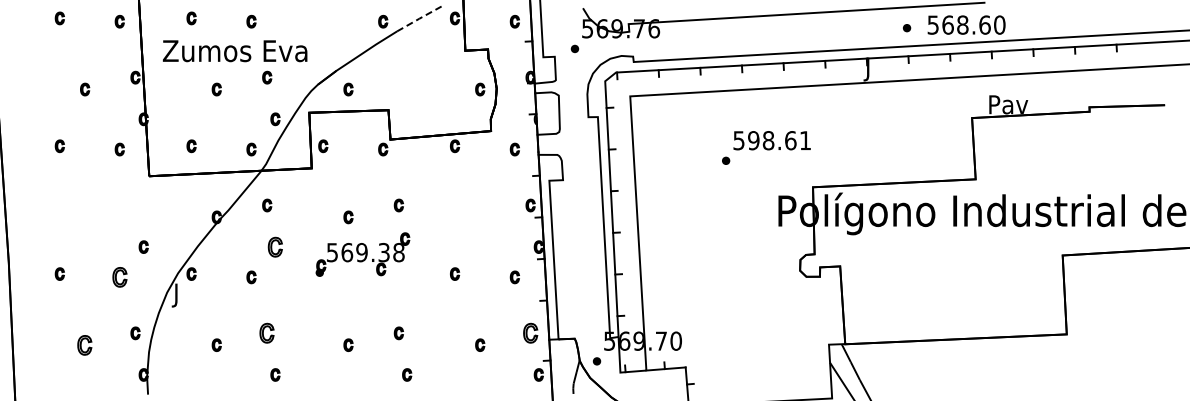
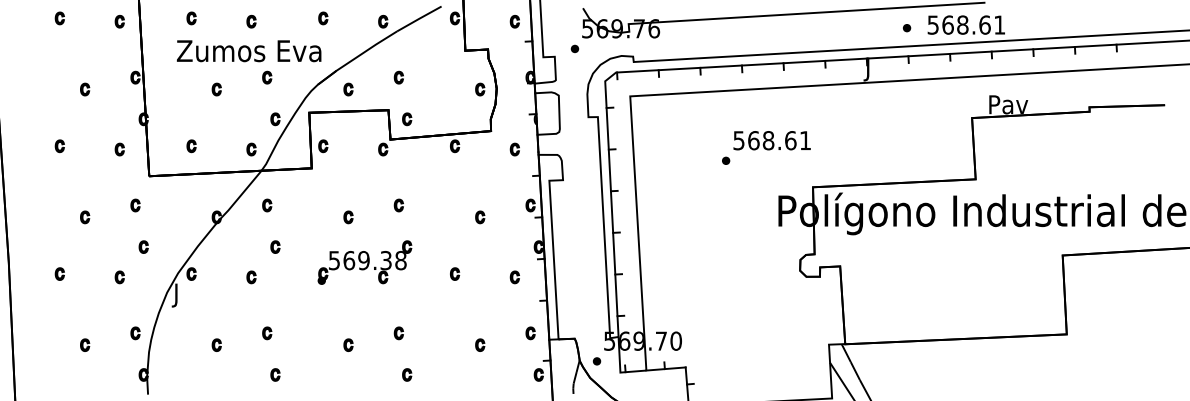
part at (323, 18): none -> present
line at (419, 18): dashed -> solid
text at (999, 24): 568.60 -> 568.61
text at (234, 51) position: (234, 51) -> (248, 51)
part at (398, 77): none -> present
part at (407, 119): none -> present
text at (753, 140): 598.61 -> 568.61
part at (135, 205): none -> present
part at (85, 217): none -> present
part at (480, 217): none -> present
part at (274, 246) size: 16x22 px -> 11x14 px
part at (362, 254) position: (362, 254) -> (364, 262)
part at (119, 277) size: 16x21 px -> 11x15 px
part at (266, 332) size: 16x22 px -> 11x15 px
part at (530, 332) size: 16x22 px -> 11x15 px
part at (84, 345) size: 16x21 px -> 11x14 px
